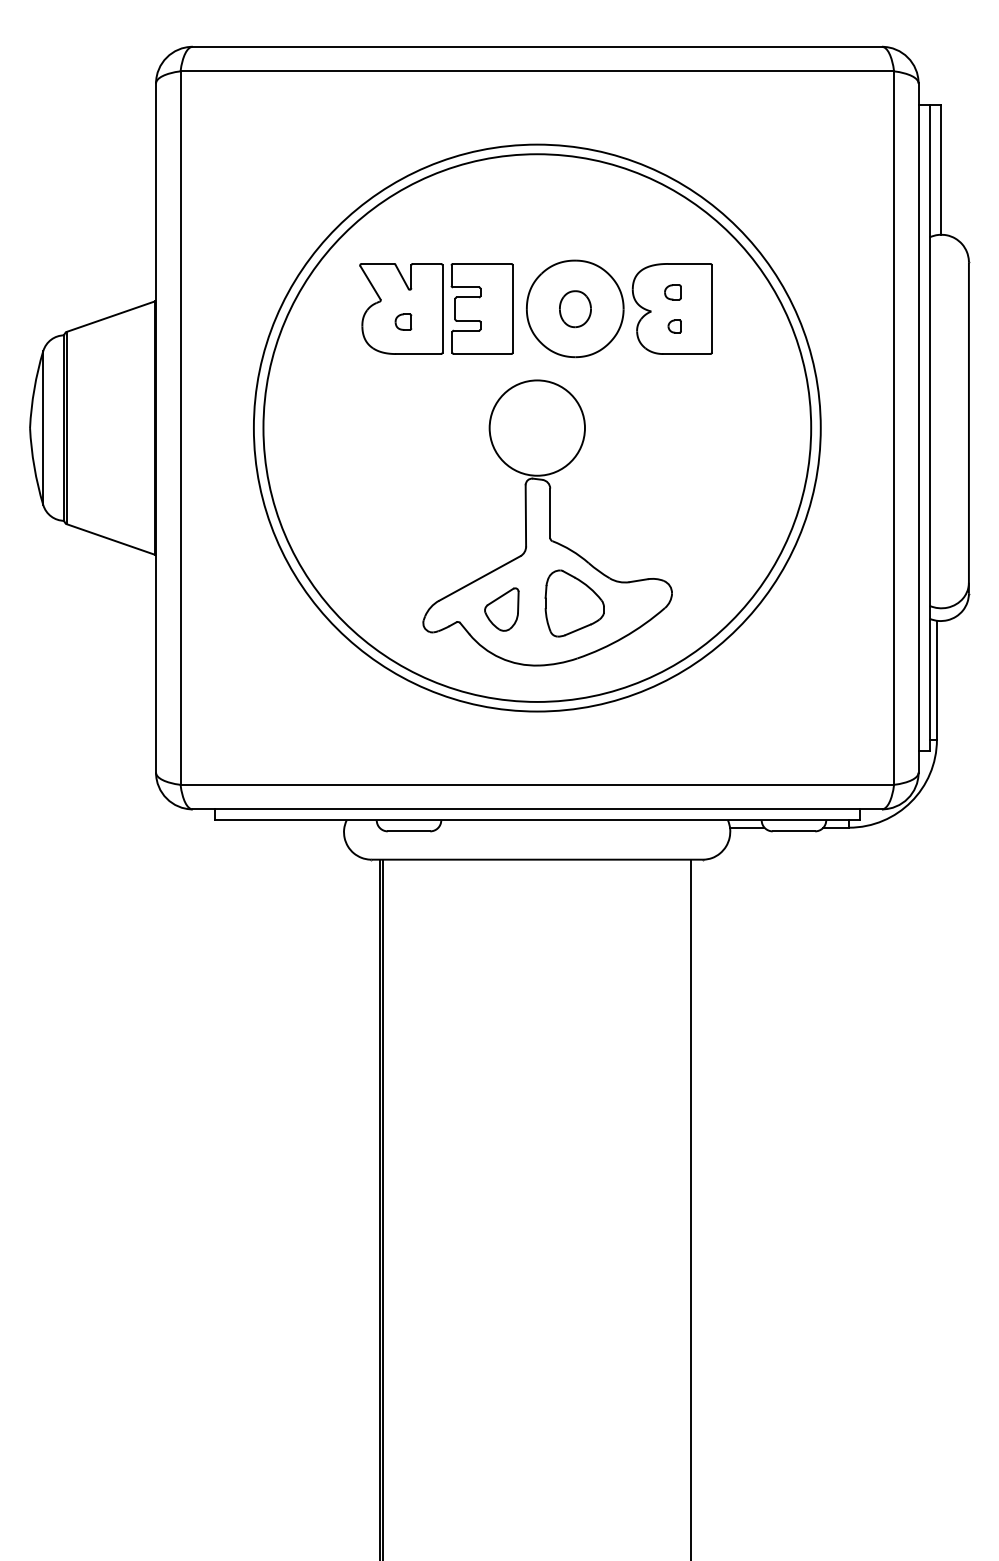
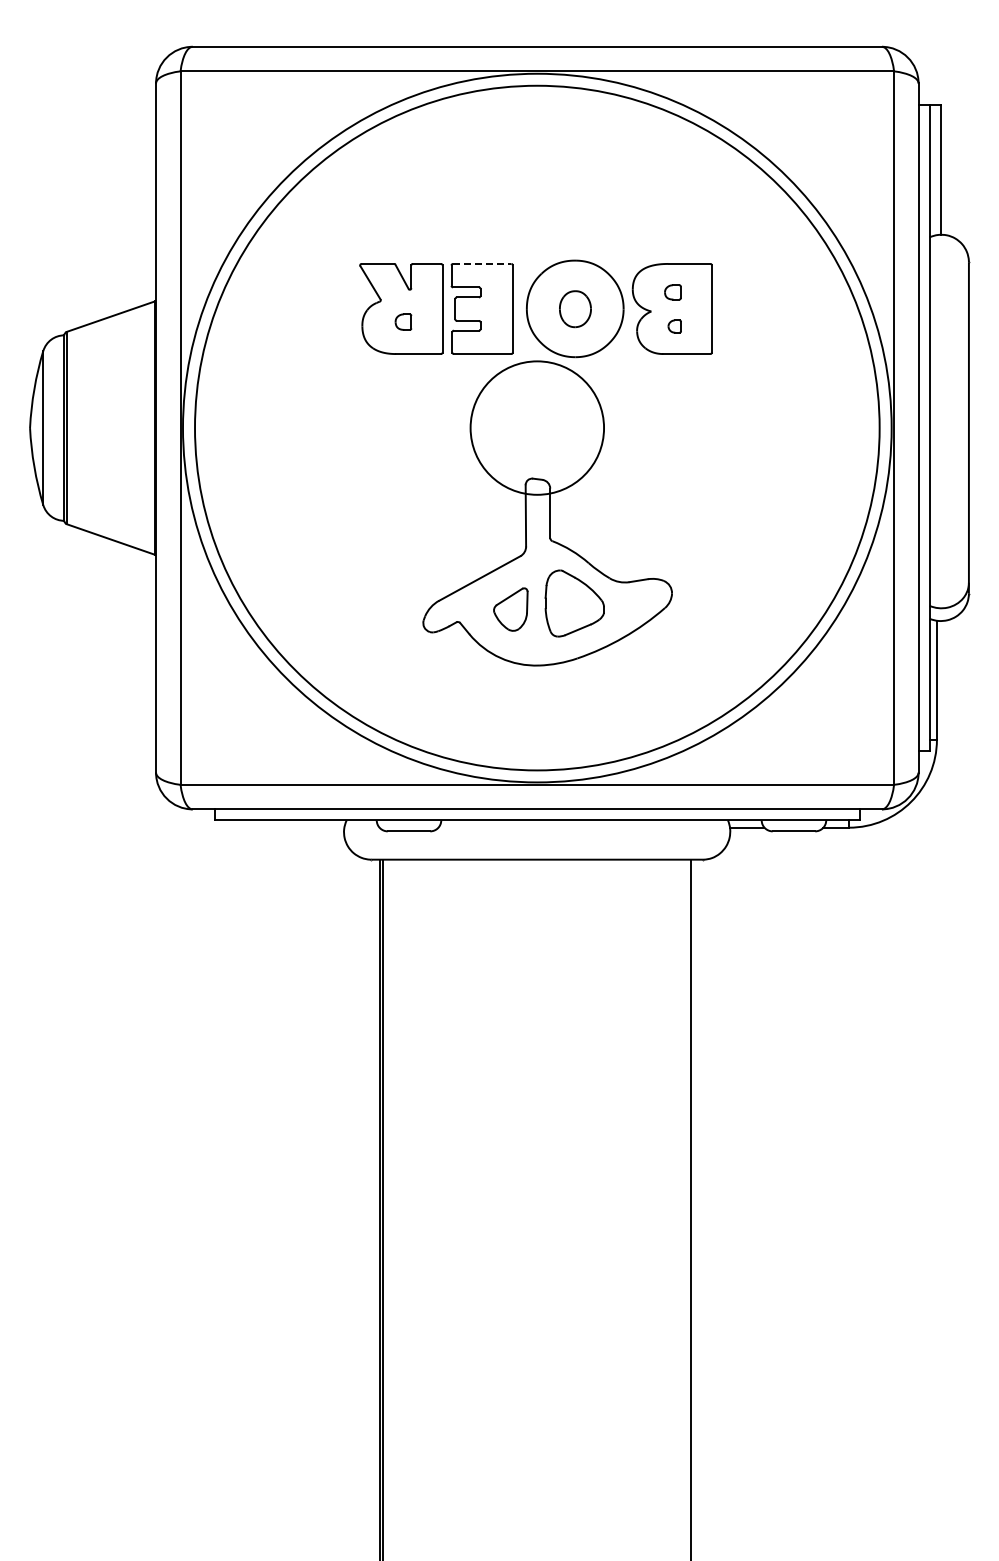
line at (482, 263): solid -> dashed
circle at (536, 427) diameter: 567 px -> 709 px
circle at (536, 427) diameter: 95 px -> 133 px
circle at (537, 427) diameter: 548 px -> 685 px
part at (501, 609) position: (501, 609) -> (510, 609)
